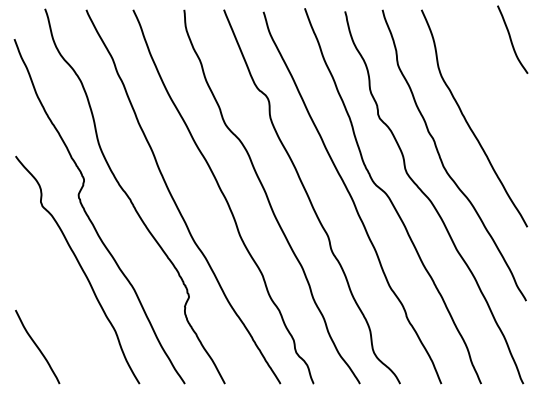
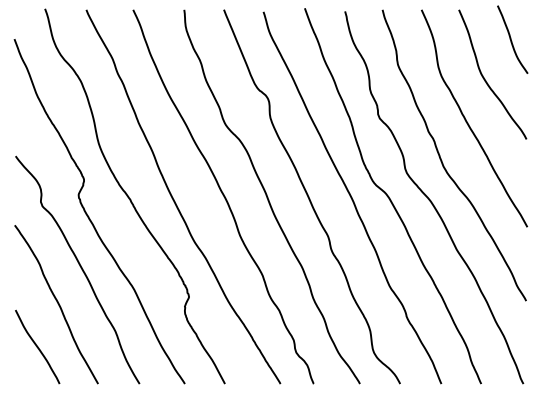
curve at (486, 80): none -> present
curve at (57, 304): none -> present
